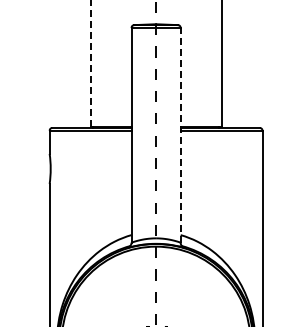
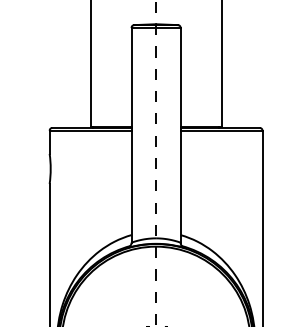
line at (90, 63): dashed -> solid
line at (180, 134): dashed -> solid
